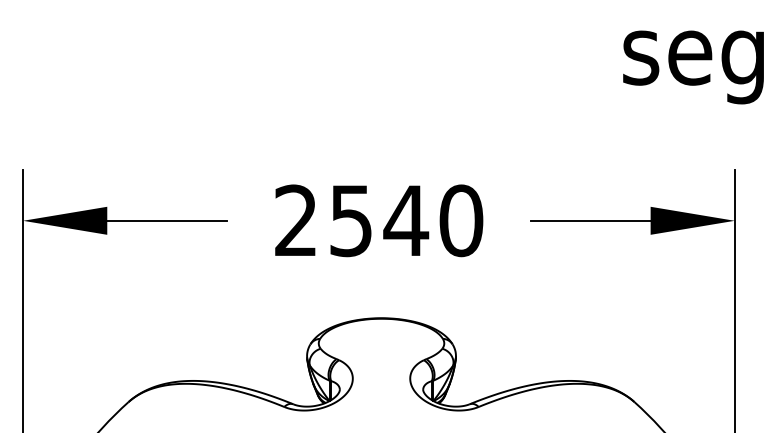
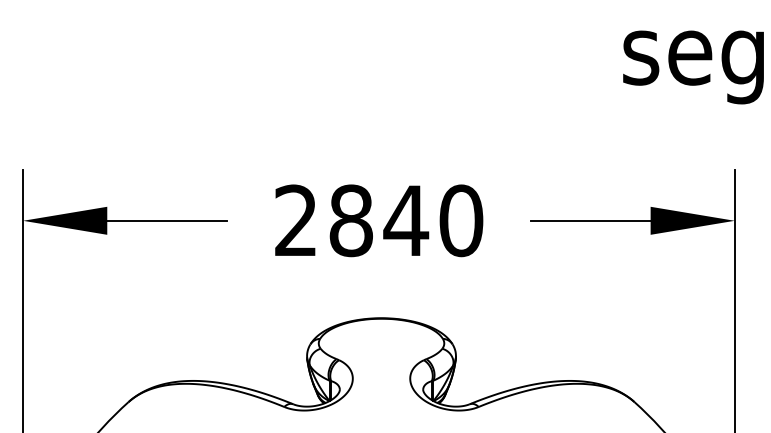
text at (350, 220): 2540 -> 2840
